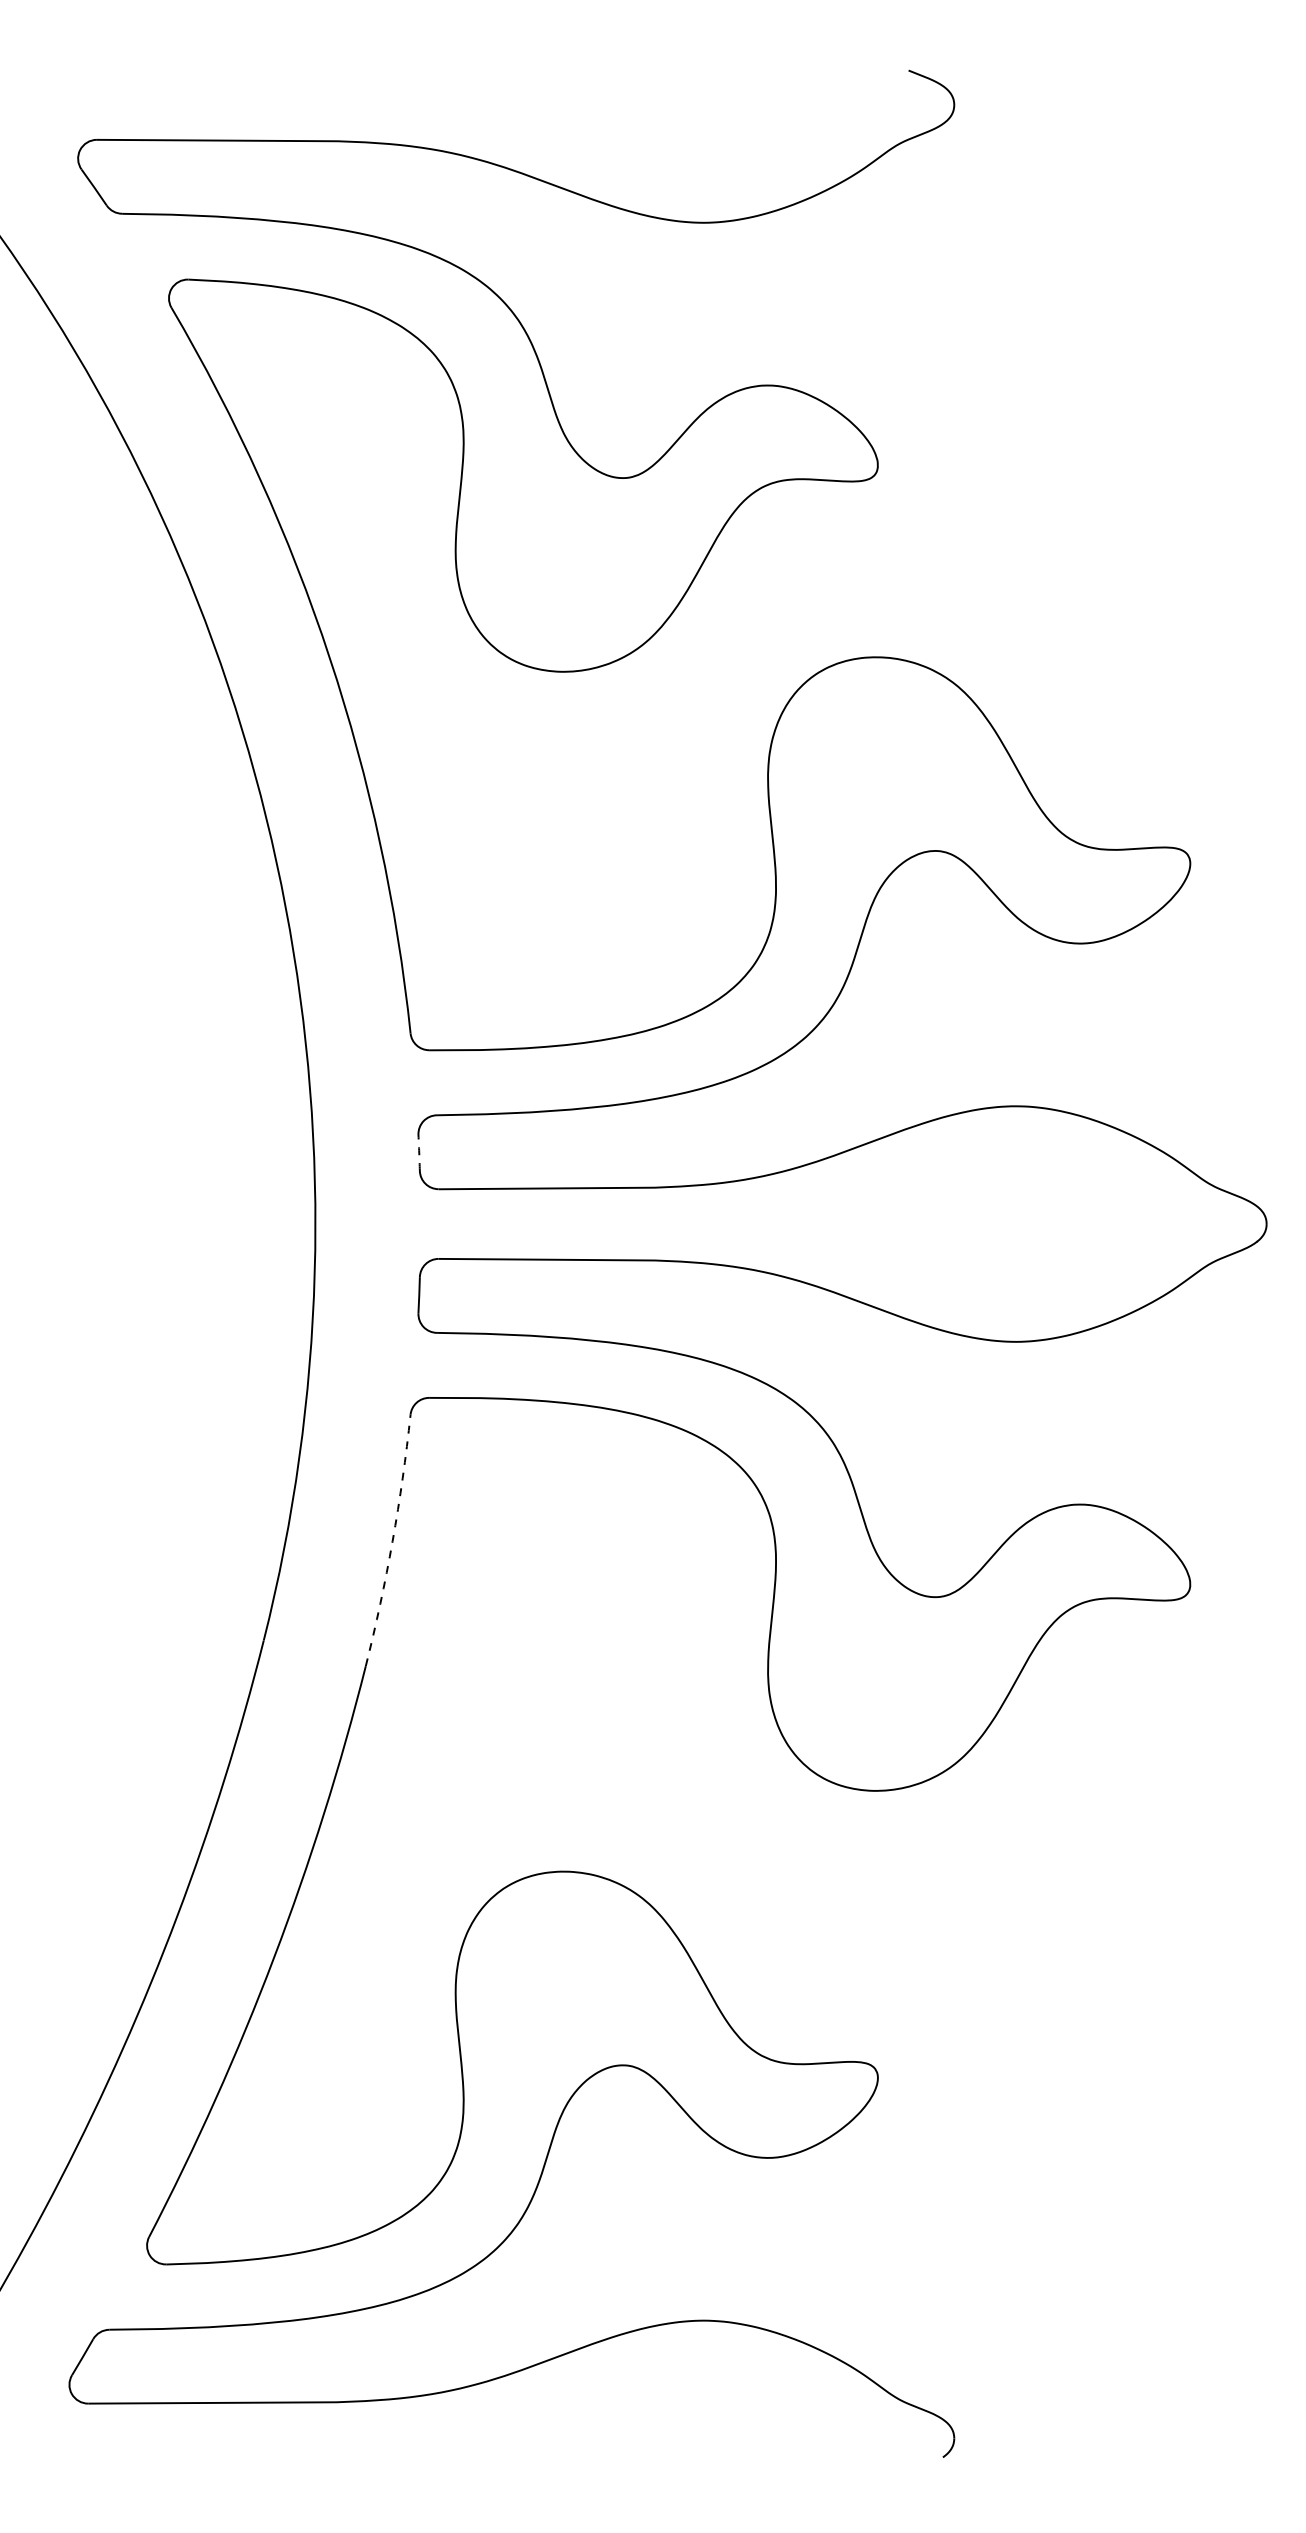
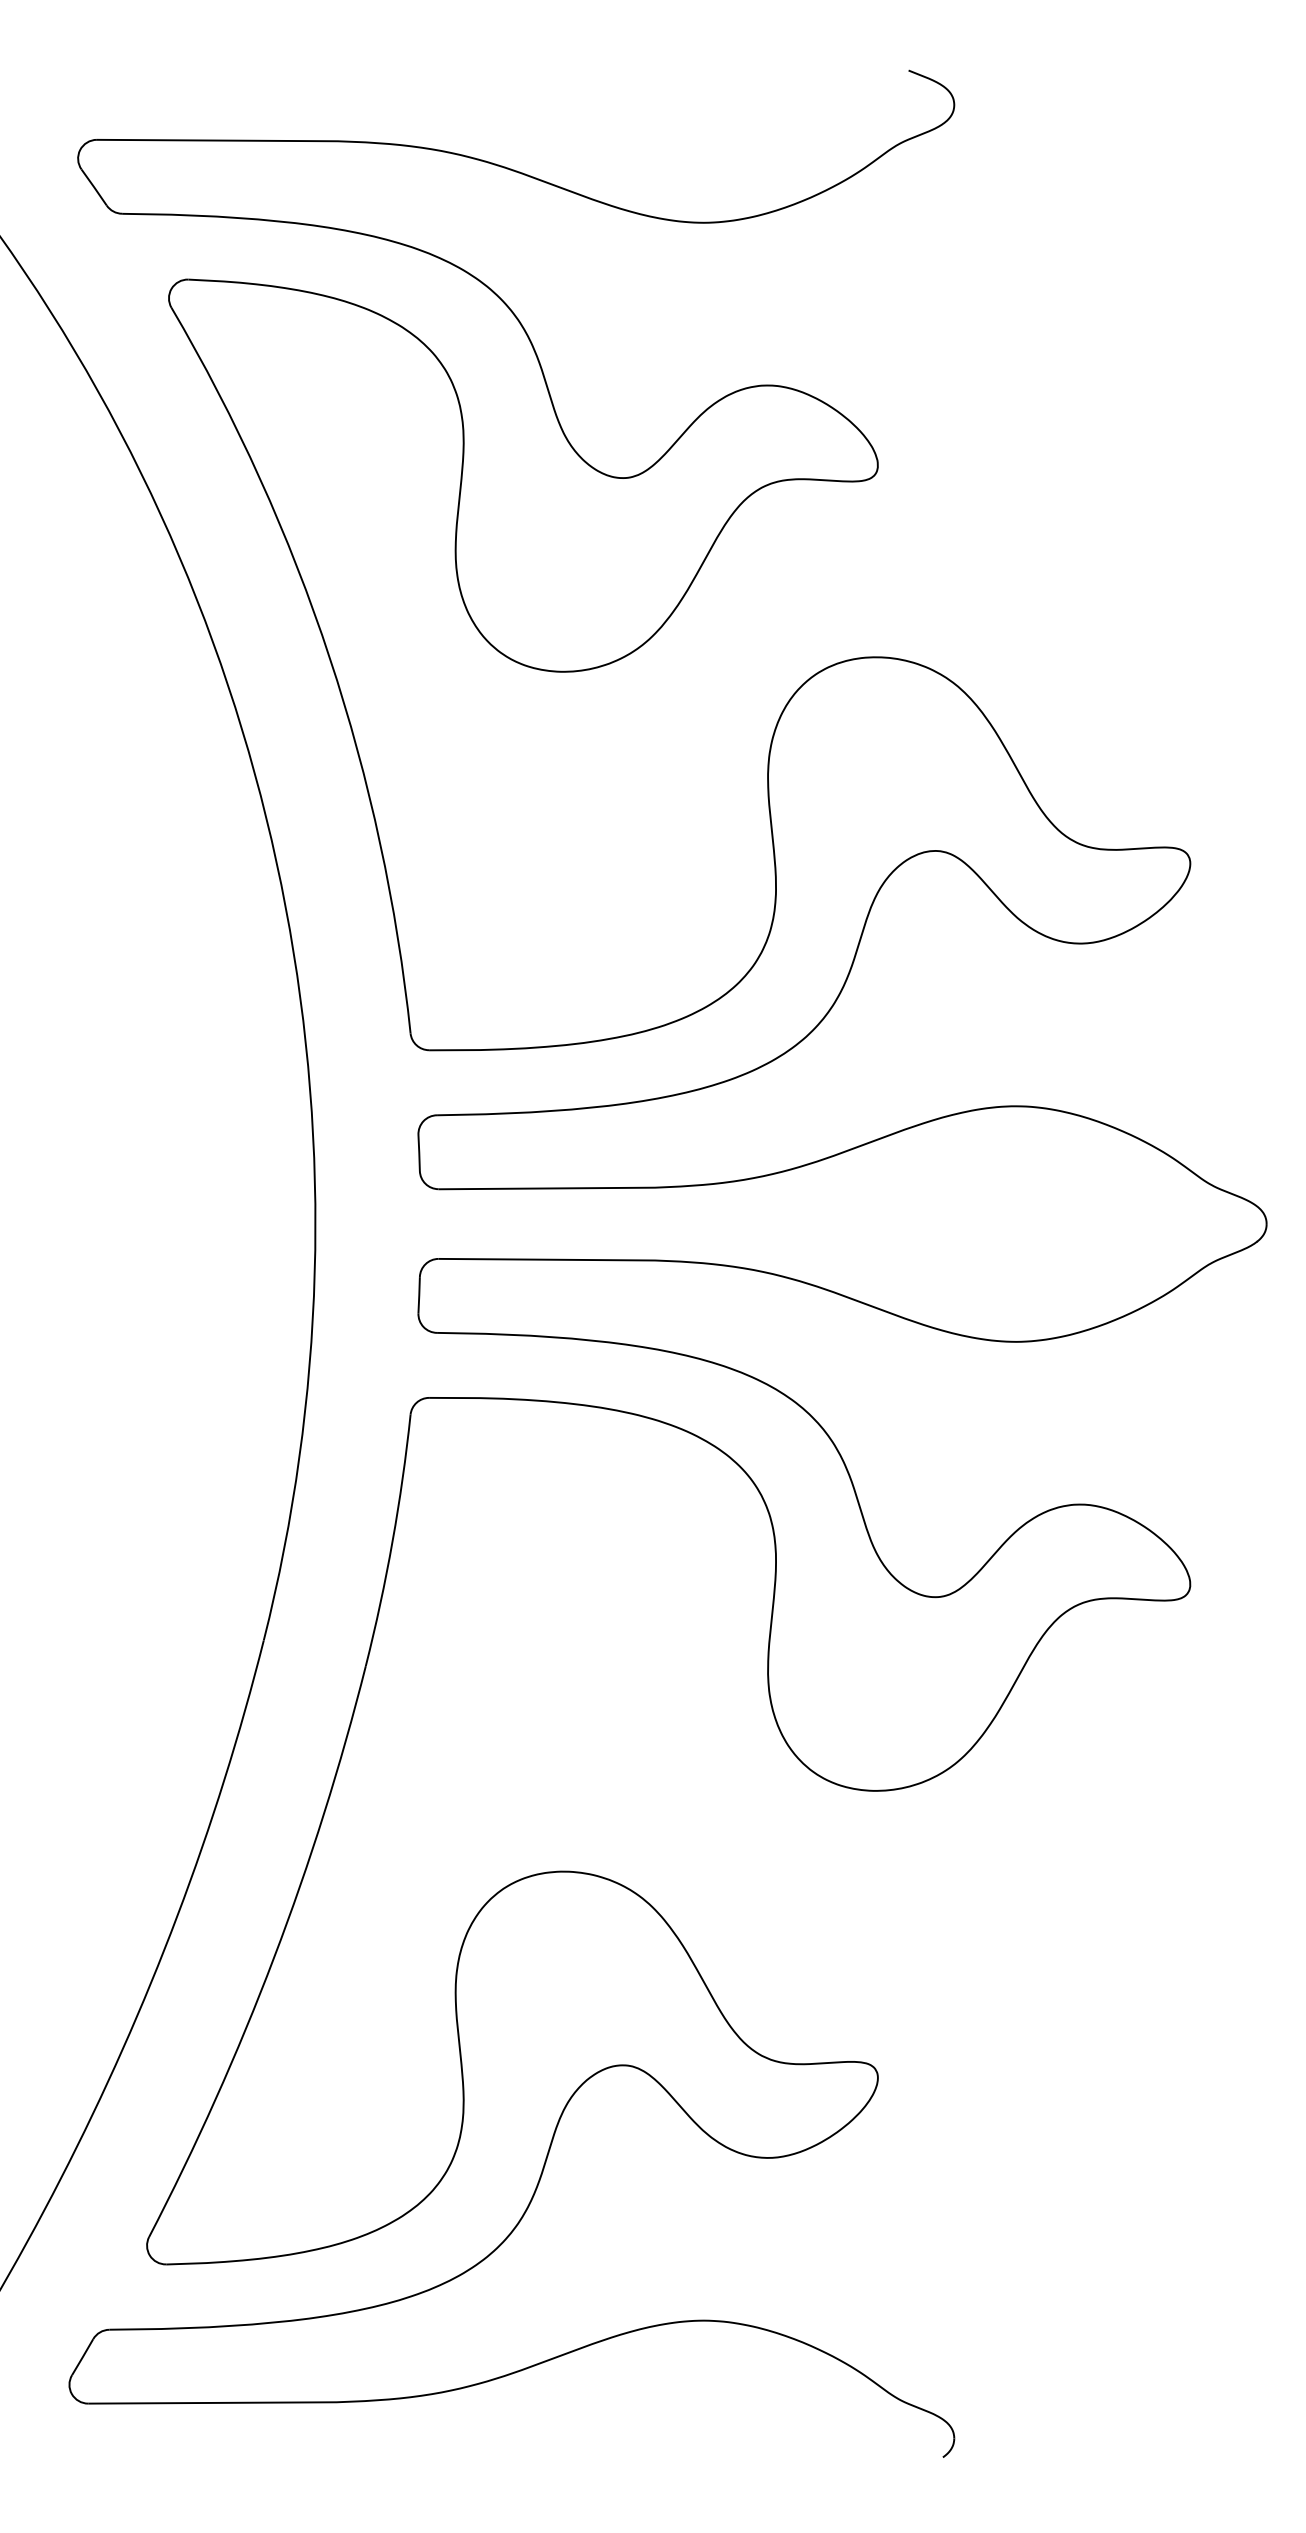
arc at (419, 1152): dashed -> solid
arc at (392, 1541): dashed -> solid
